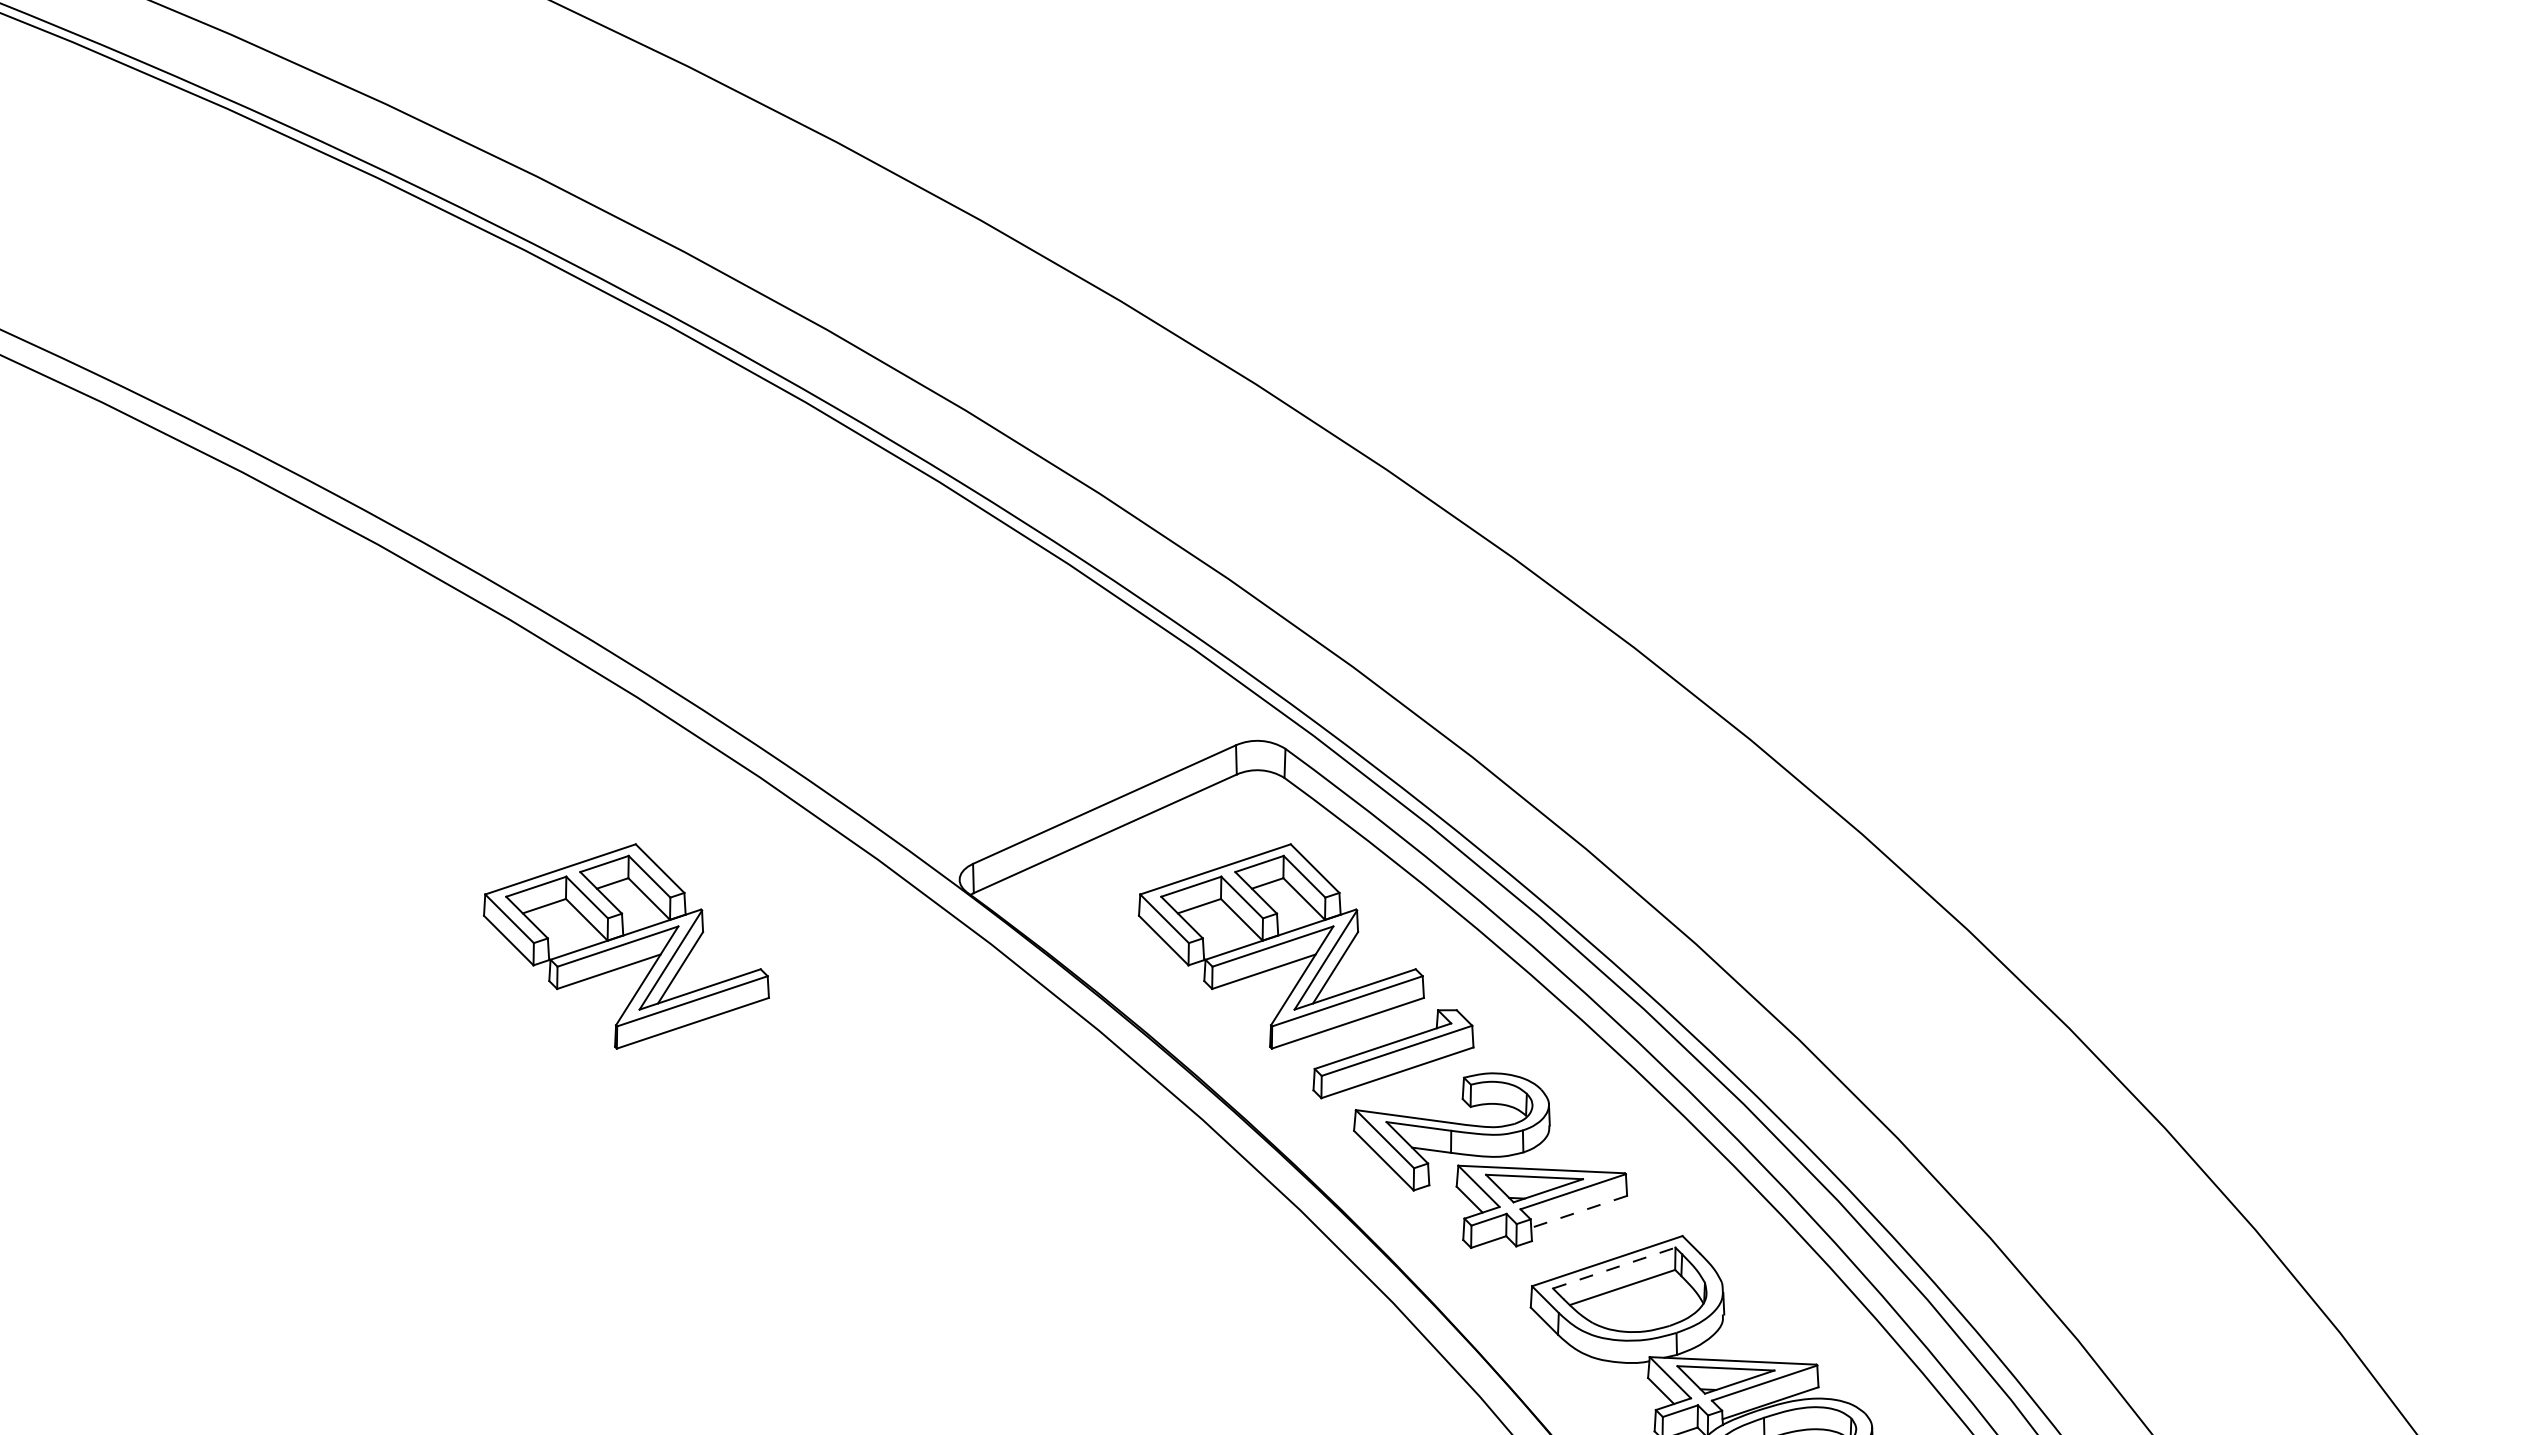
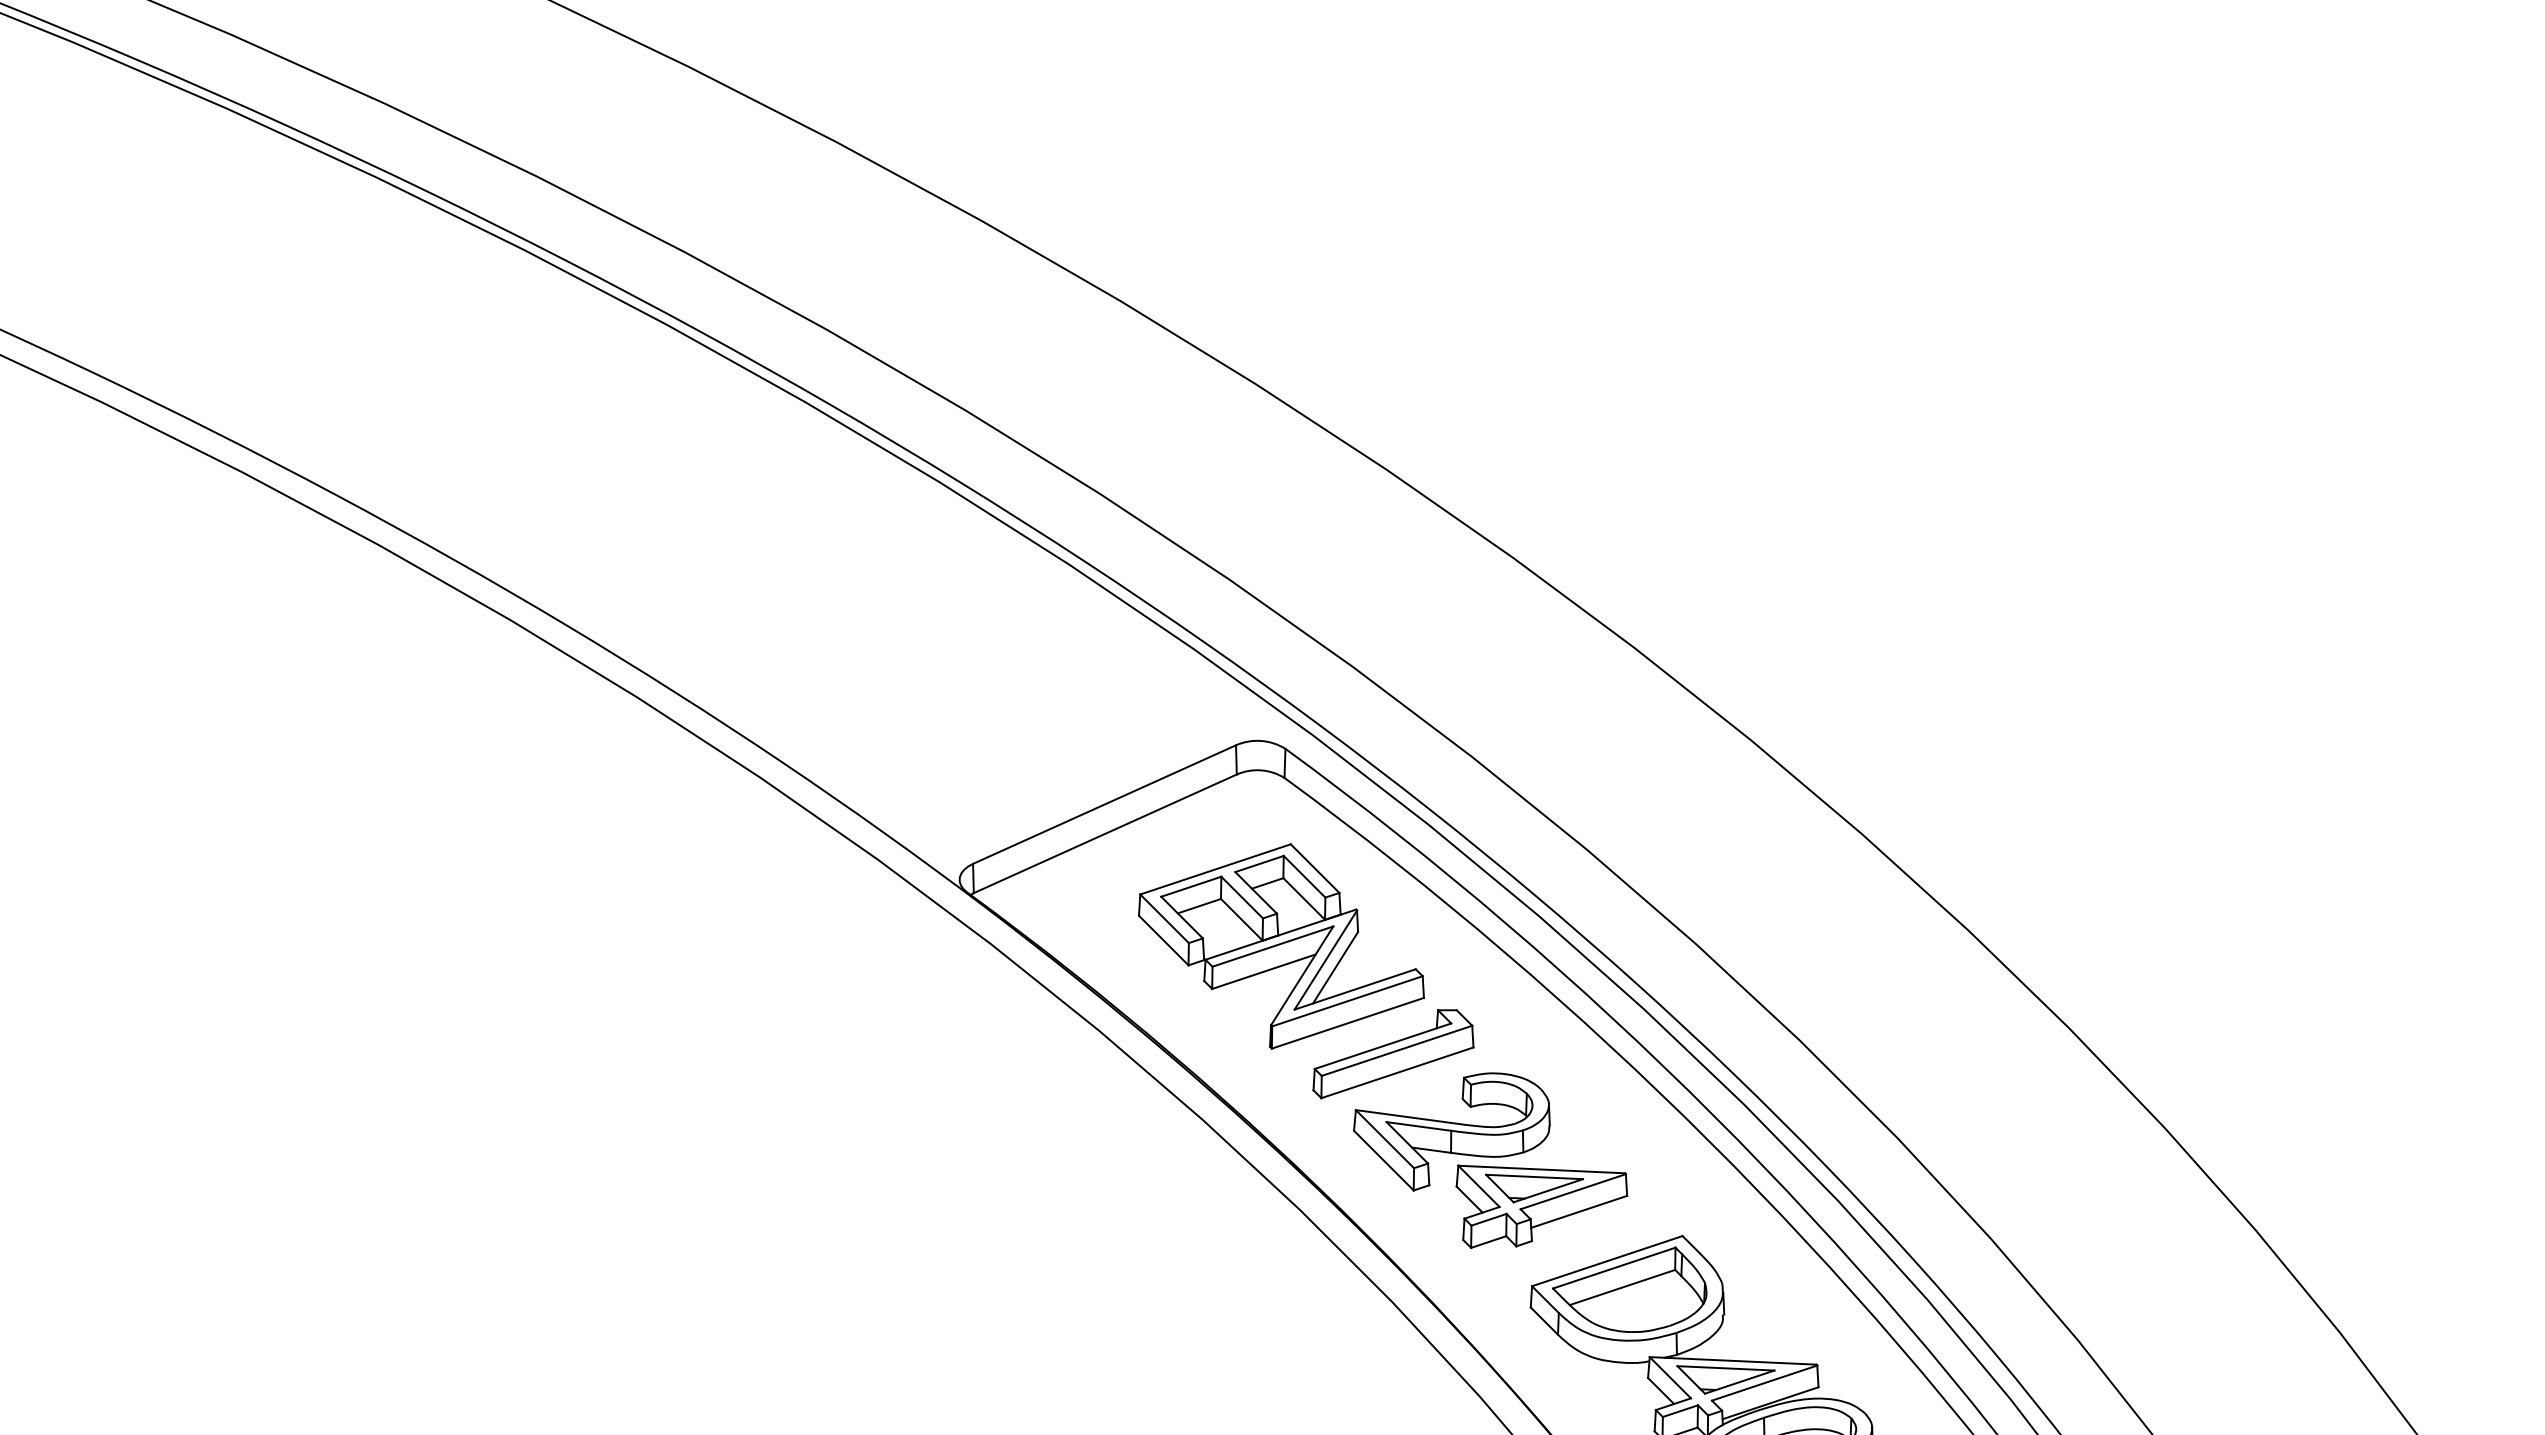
part at (626, 946): present -> none
line at (1579, 1211): dashed -> solid
line at (1614, 1268): dashed -> solid
